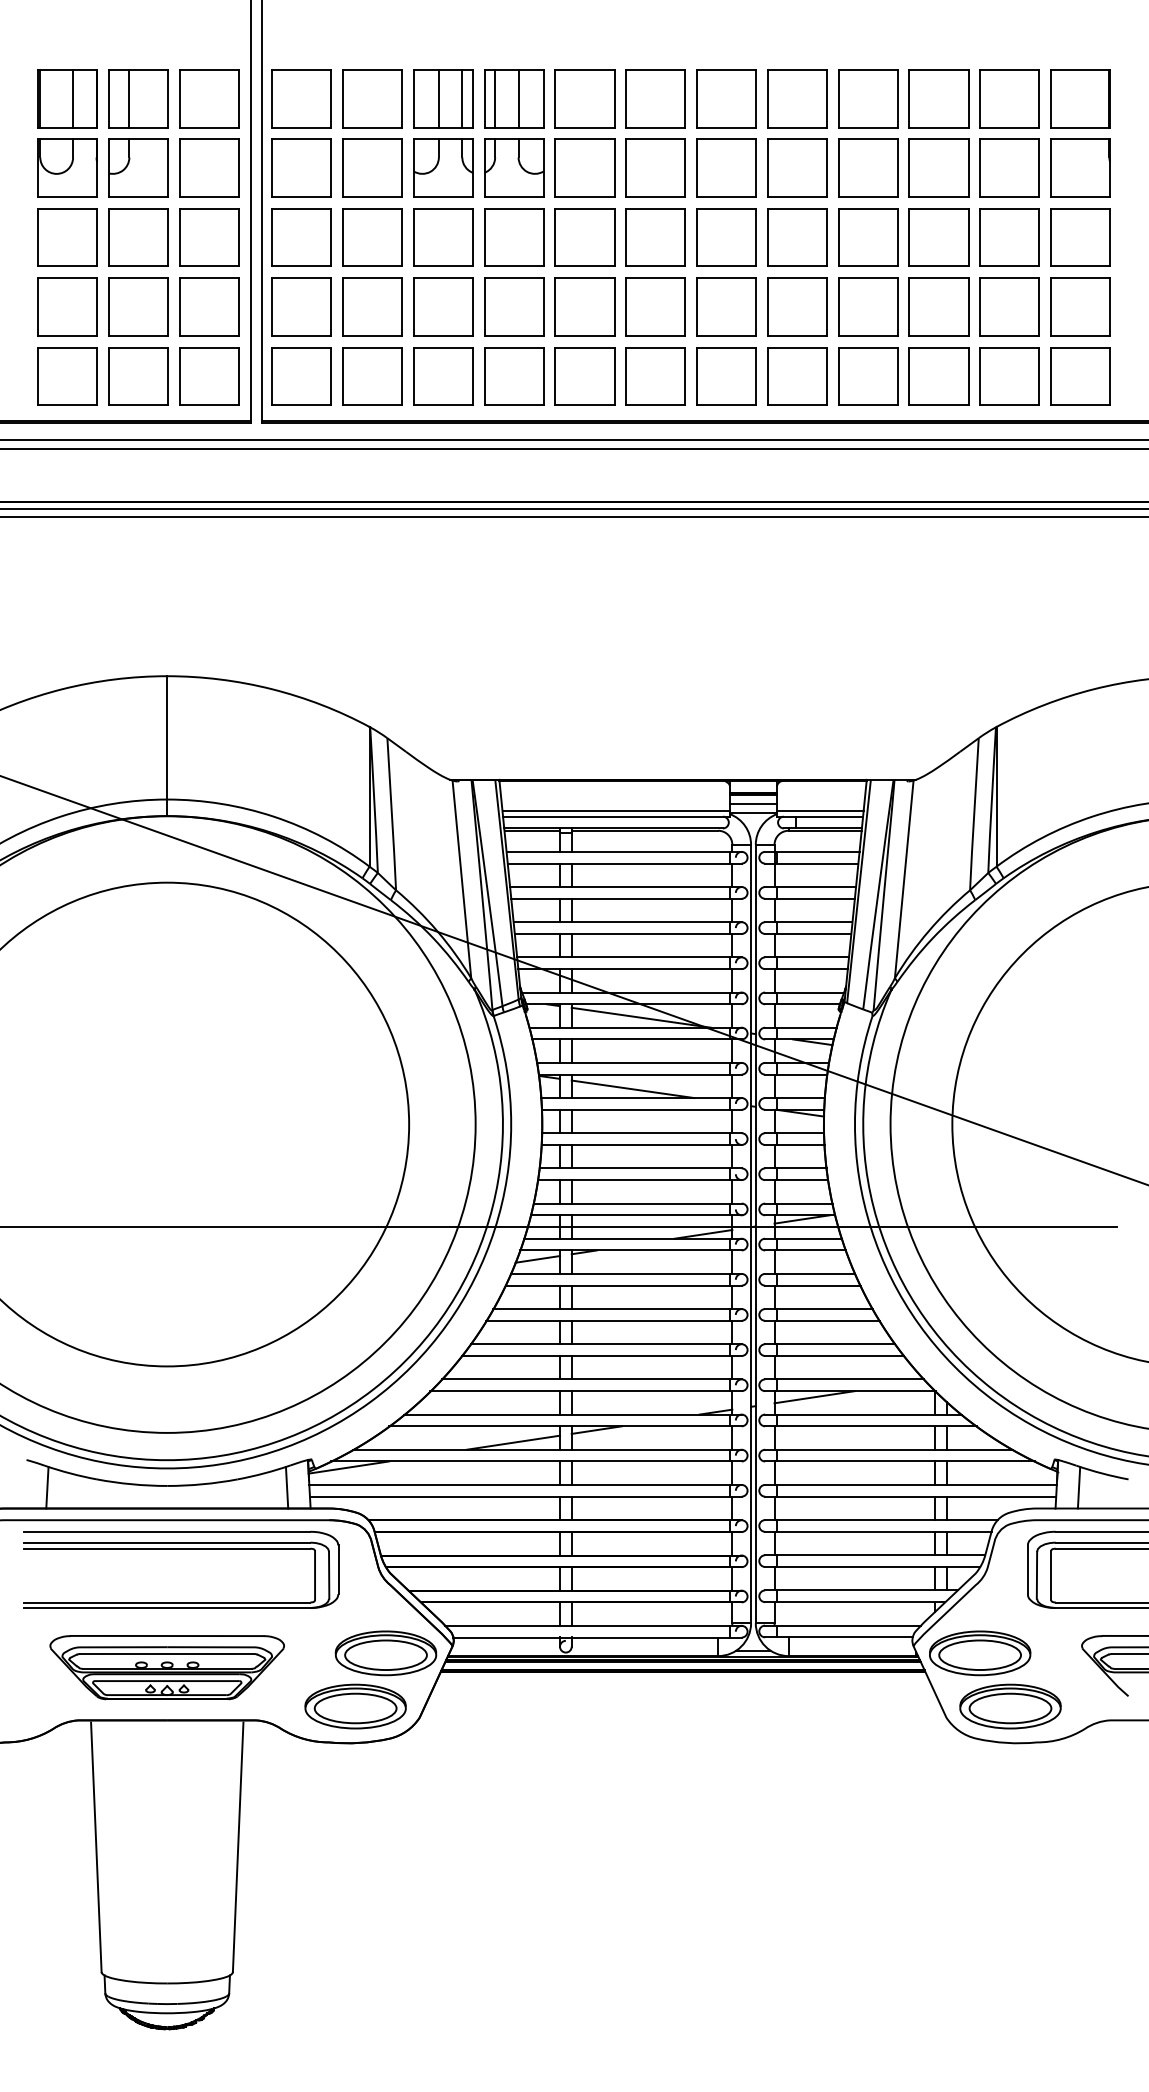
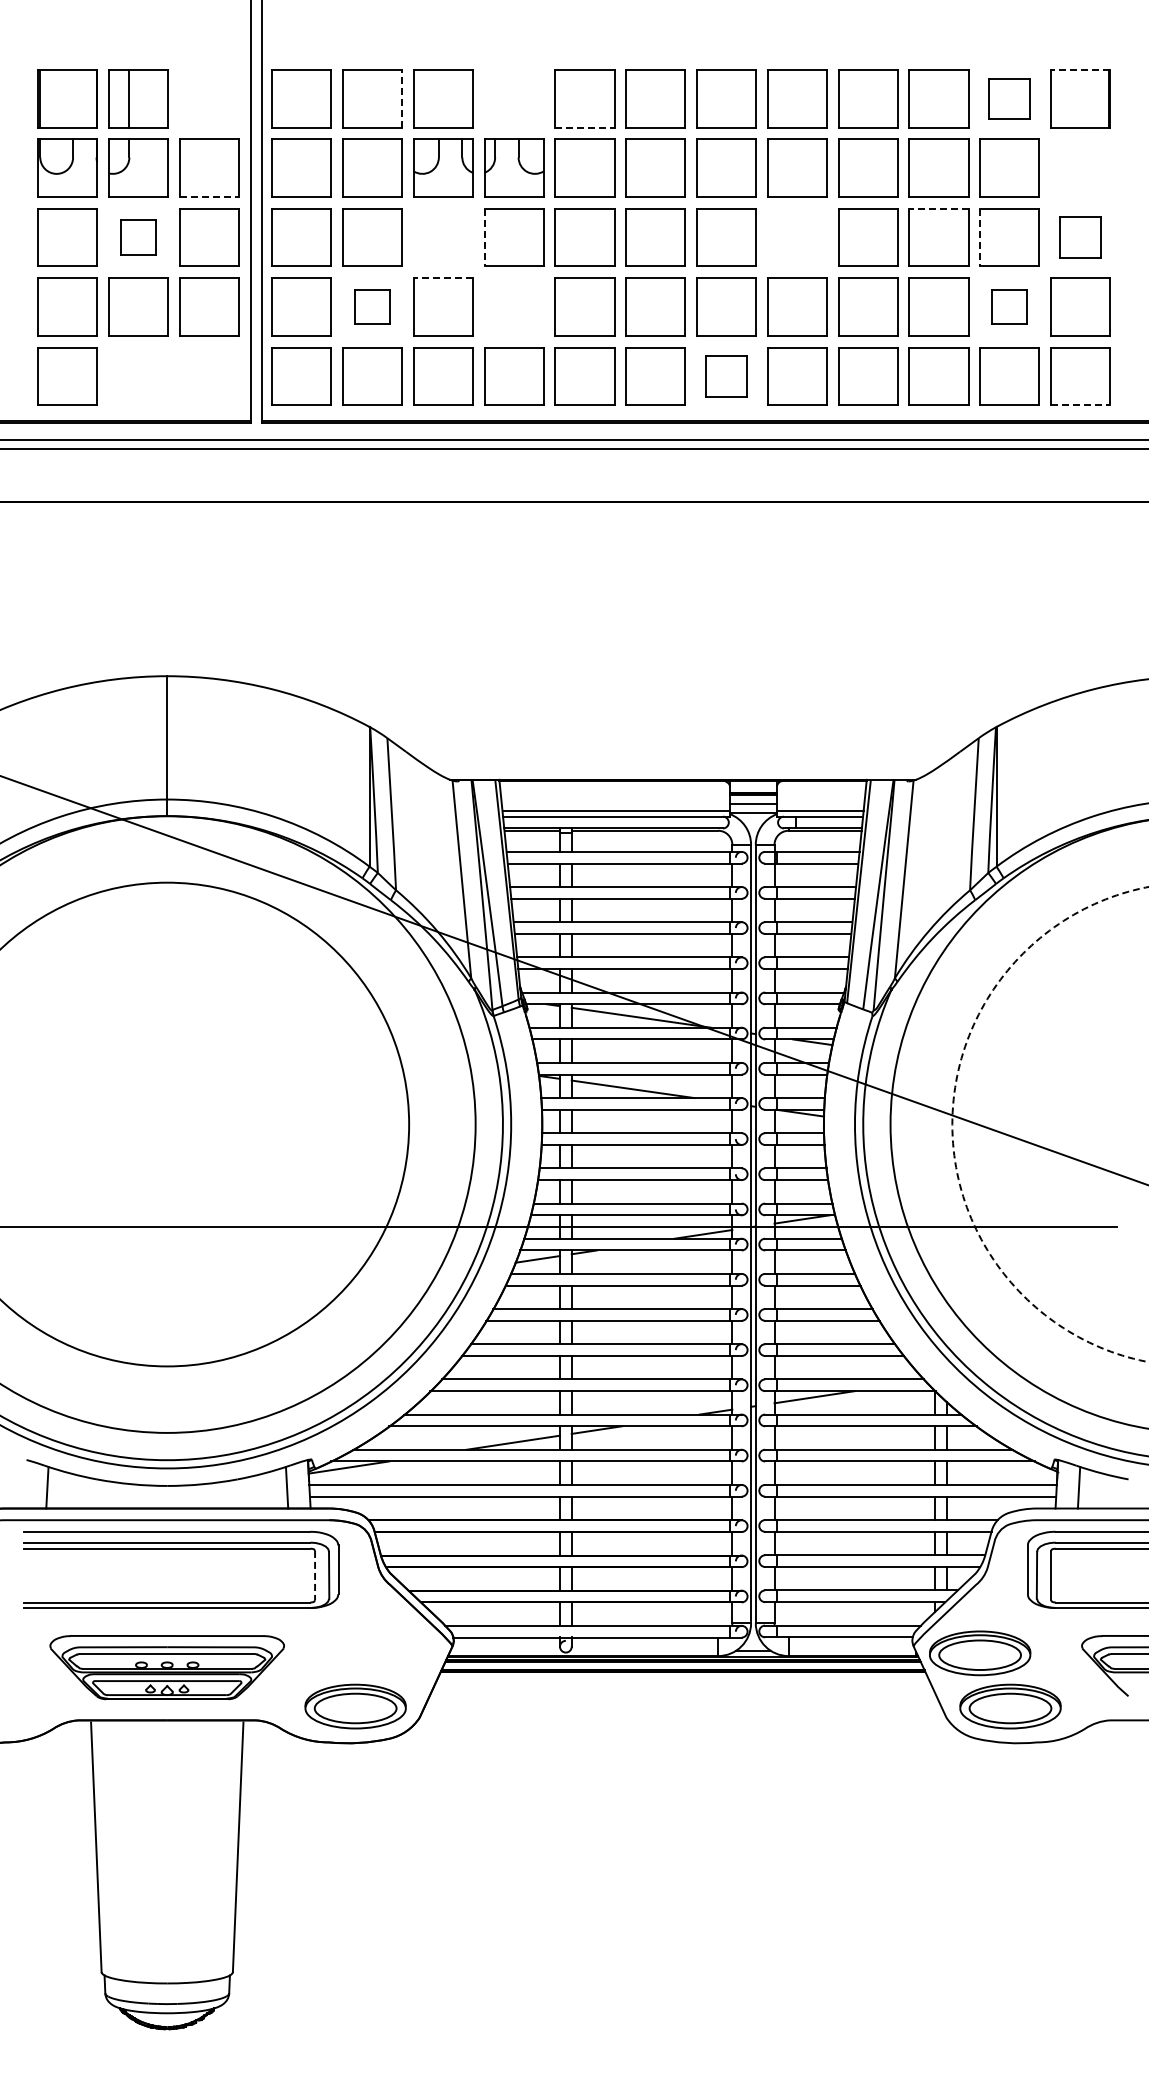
line at (1080, 69): solid -> dashed
line at (73, 98): present -> none
part at (209, 98): present -> none
line at (402, 98): solid -> dashed
line at (438, 98): present -> none
line at (462, 98): present -> none
part at (514, 98): present -> none
part at (1009, 98) size: 61x60 px -> 43x42 px
line at (584, 127): solid -> dashed
part at (1080, 167): present -> none
line at (209, 197): solid -> dashed
line at (938, 208): solid -> dashed
part at (138, 237) size: 61x59 px -> 37x37 px
part at (443, 237): present -> none
line at (484, 237): solid -> dashed
part at (797, 237): present -> none
line at (980, 237): solid -> dashed
part at (1080, 237) size: 61x59 px -> 43x43 px
line at (443, 278): solid -> dashed
part at (372, 306) size: 61x60 px -> 37x36 px
part at (514, 306): present -> none
part at (1009, 306) size: 61x60 px -> 37x36 px
part at (138, 376): present -> none
part at (209, 376): present -> none
part at (726, 376) size: 61x59 px -> 43x43 px
line at (1080, 405): solid -> dashed
line at (573, 509): present -> none
line at (573, 517): present -> none
circle at (1050, 1124): solid -> dashed
line at (315, 1575): solid -> dashed
part at (385, 1653): present -> none
